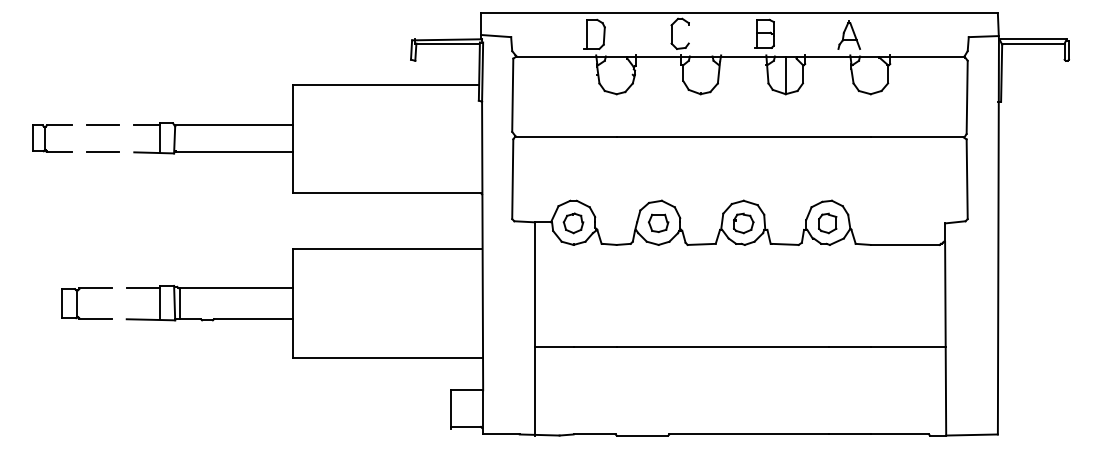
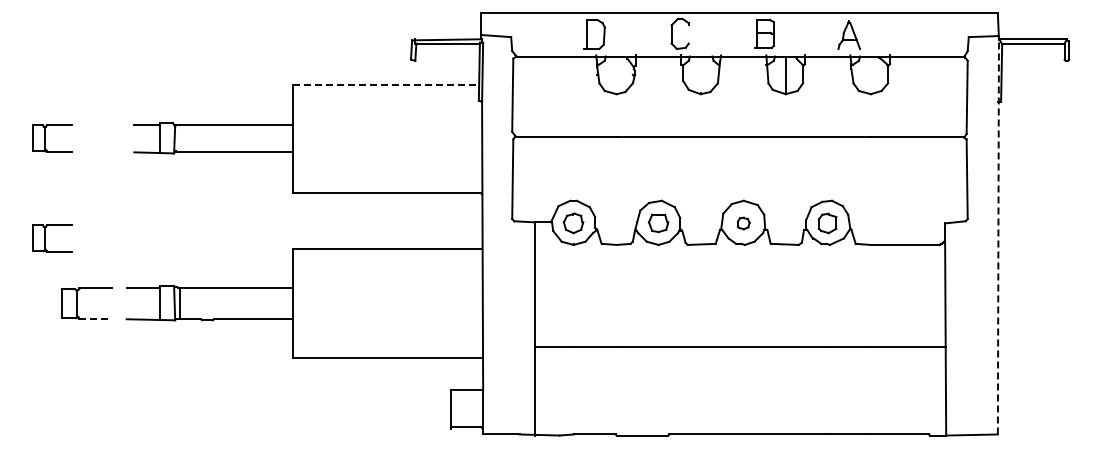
line at (386, 84): solid -> dashed
line at (102, 125): present -> none
line at (102, 152): present -> none
part at (743, 223) size: 22x23 px -> 14x15 px
line at (998, 236): solid -> dashed
part at (45, 238): none -> present
line at (96, 319): solid -> dashed
